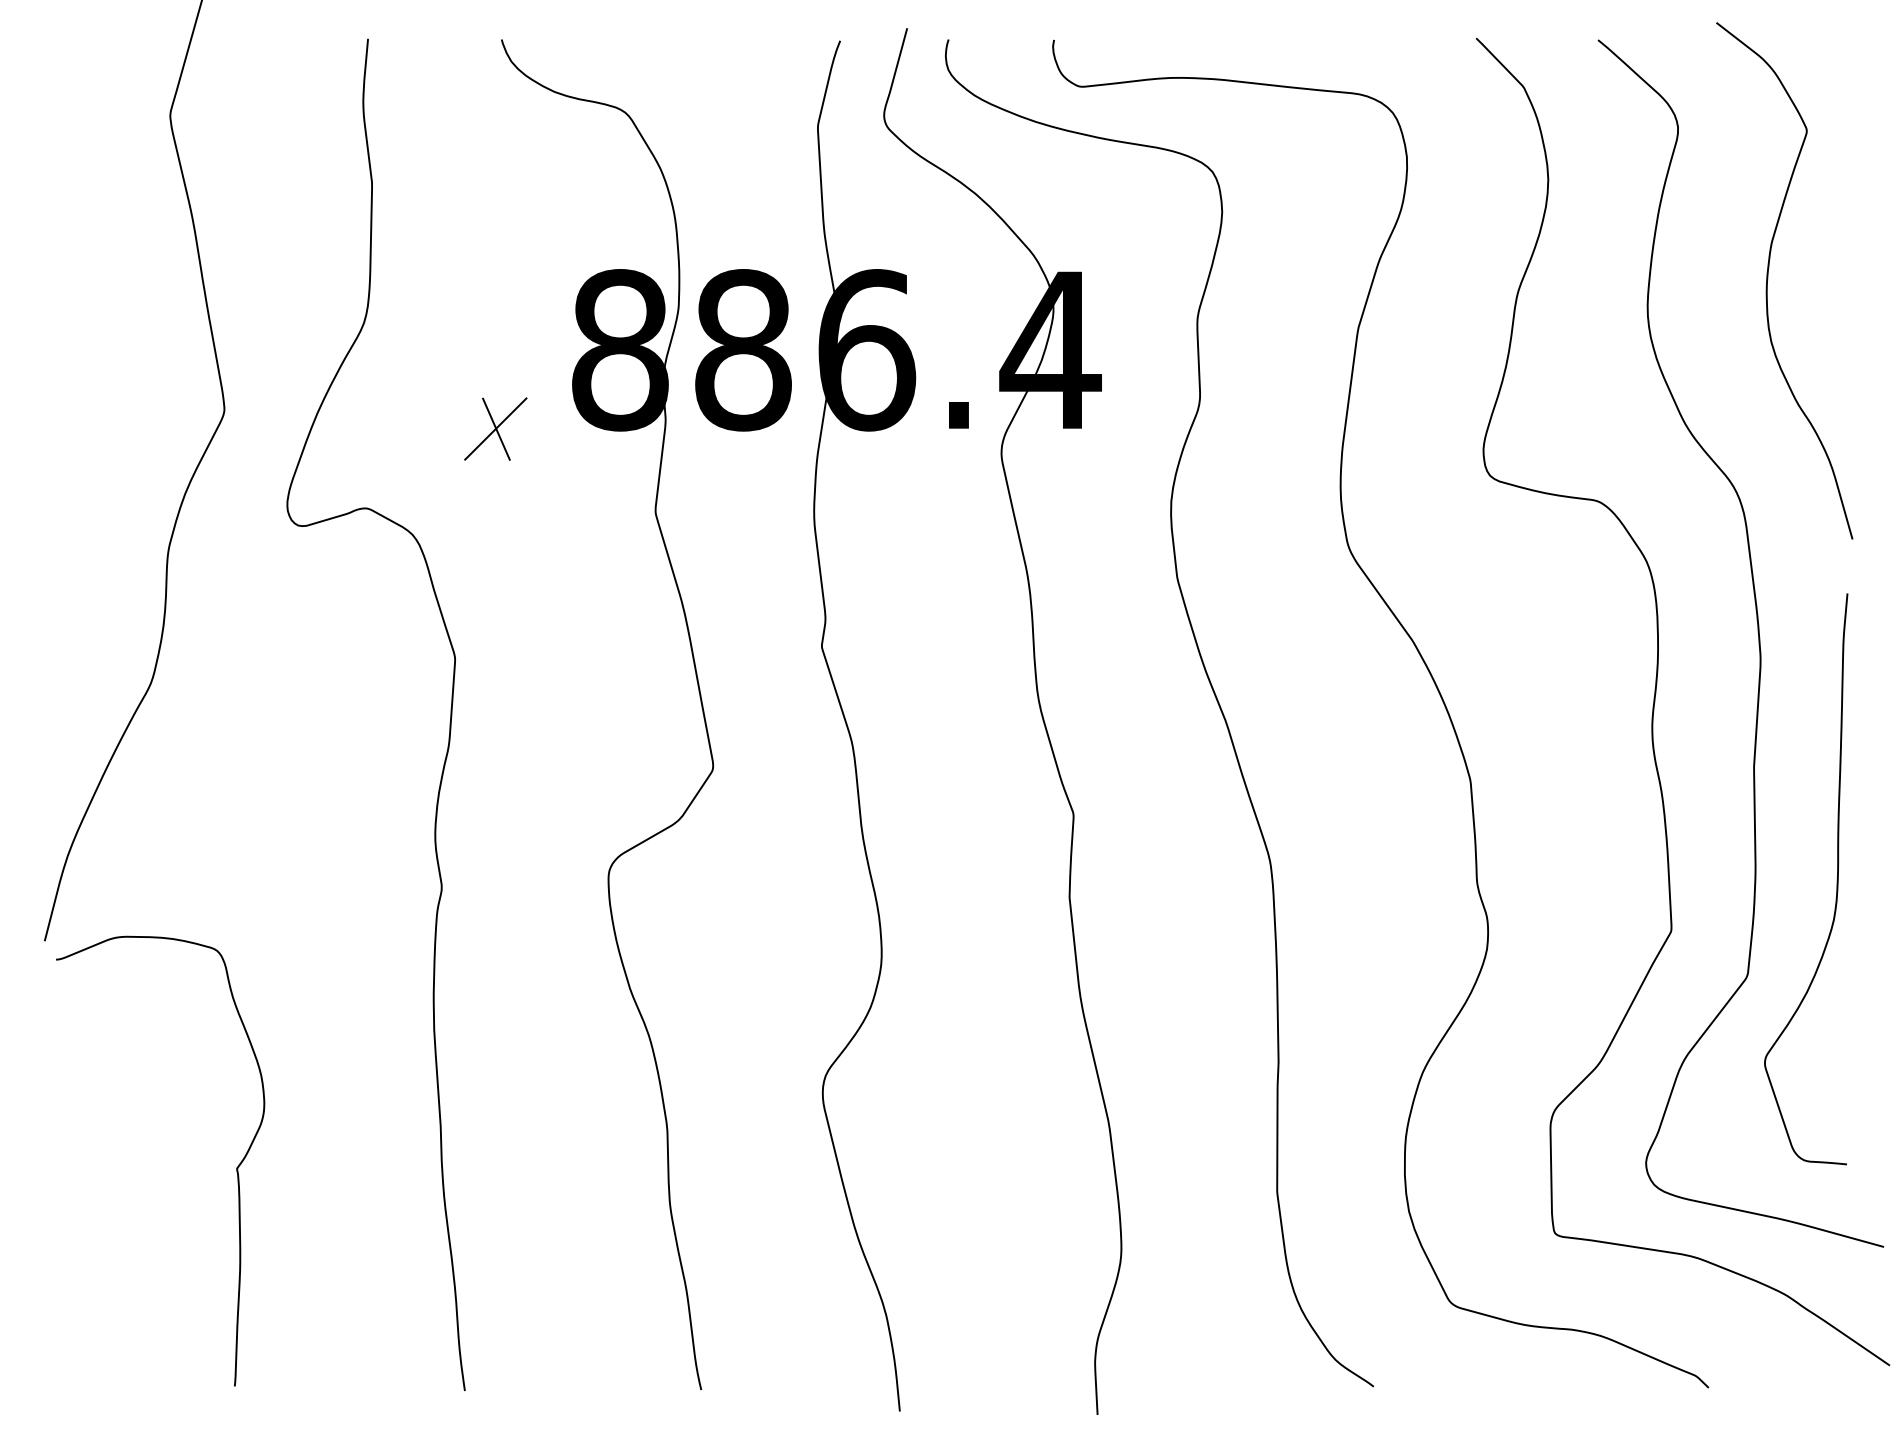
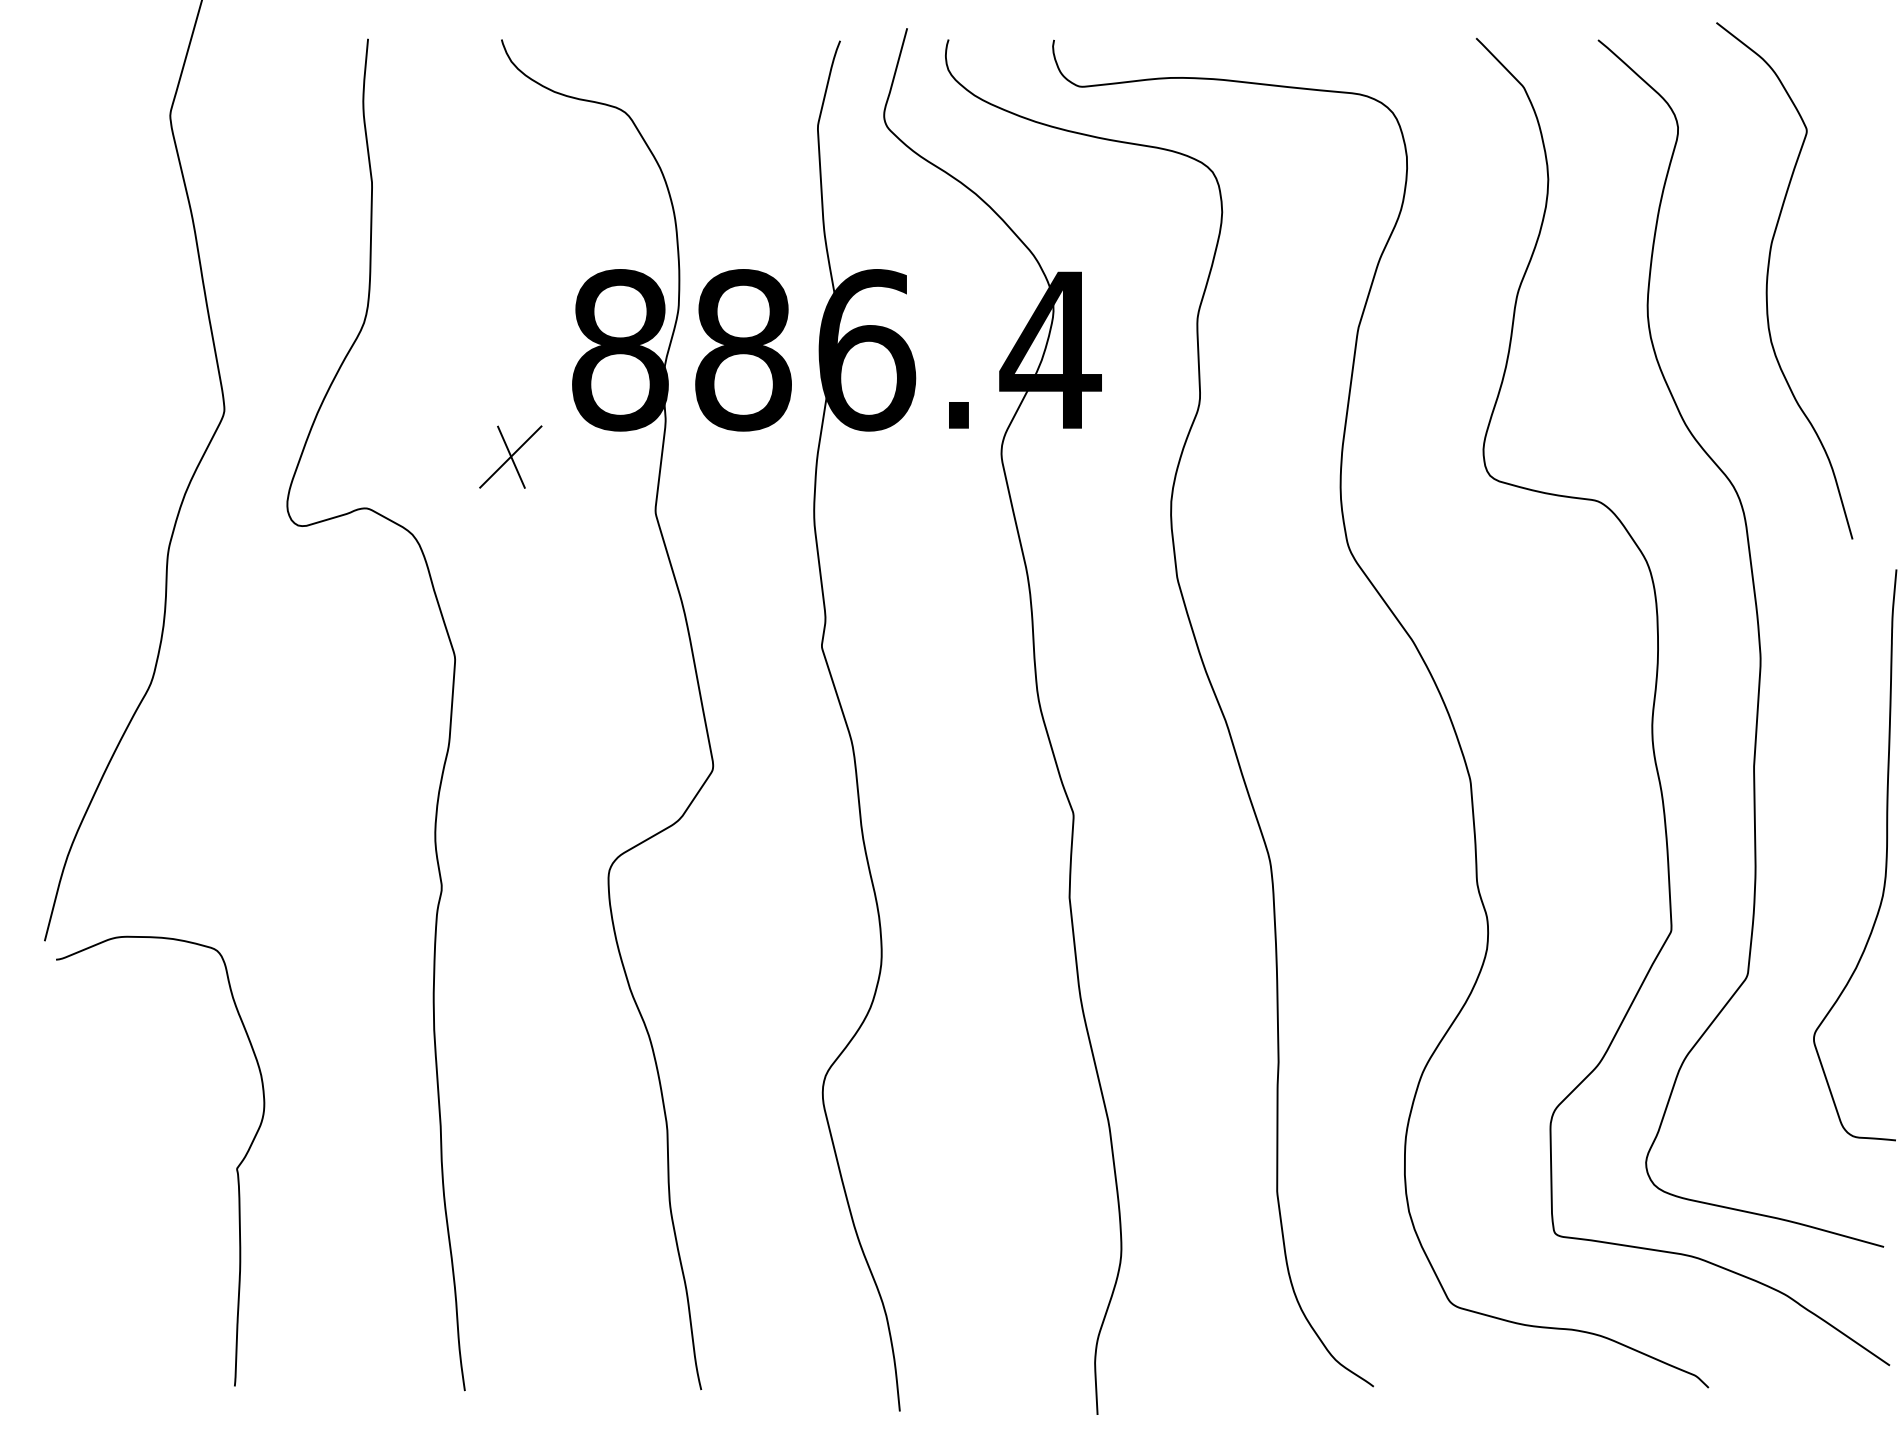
part at (495, 428) position: (495, 428) -> (510, 456)
curve at (1836, 879) position: (1836, 879) -> (1885, 855)
